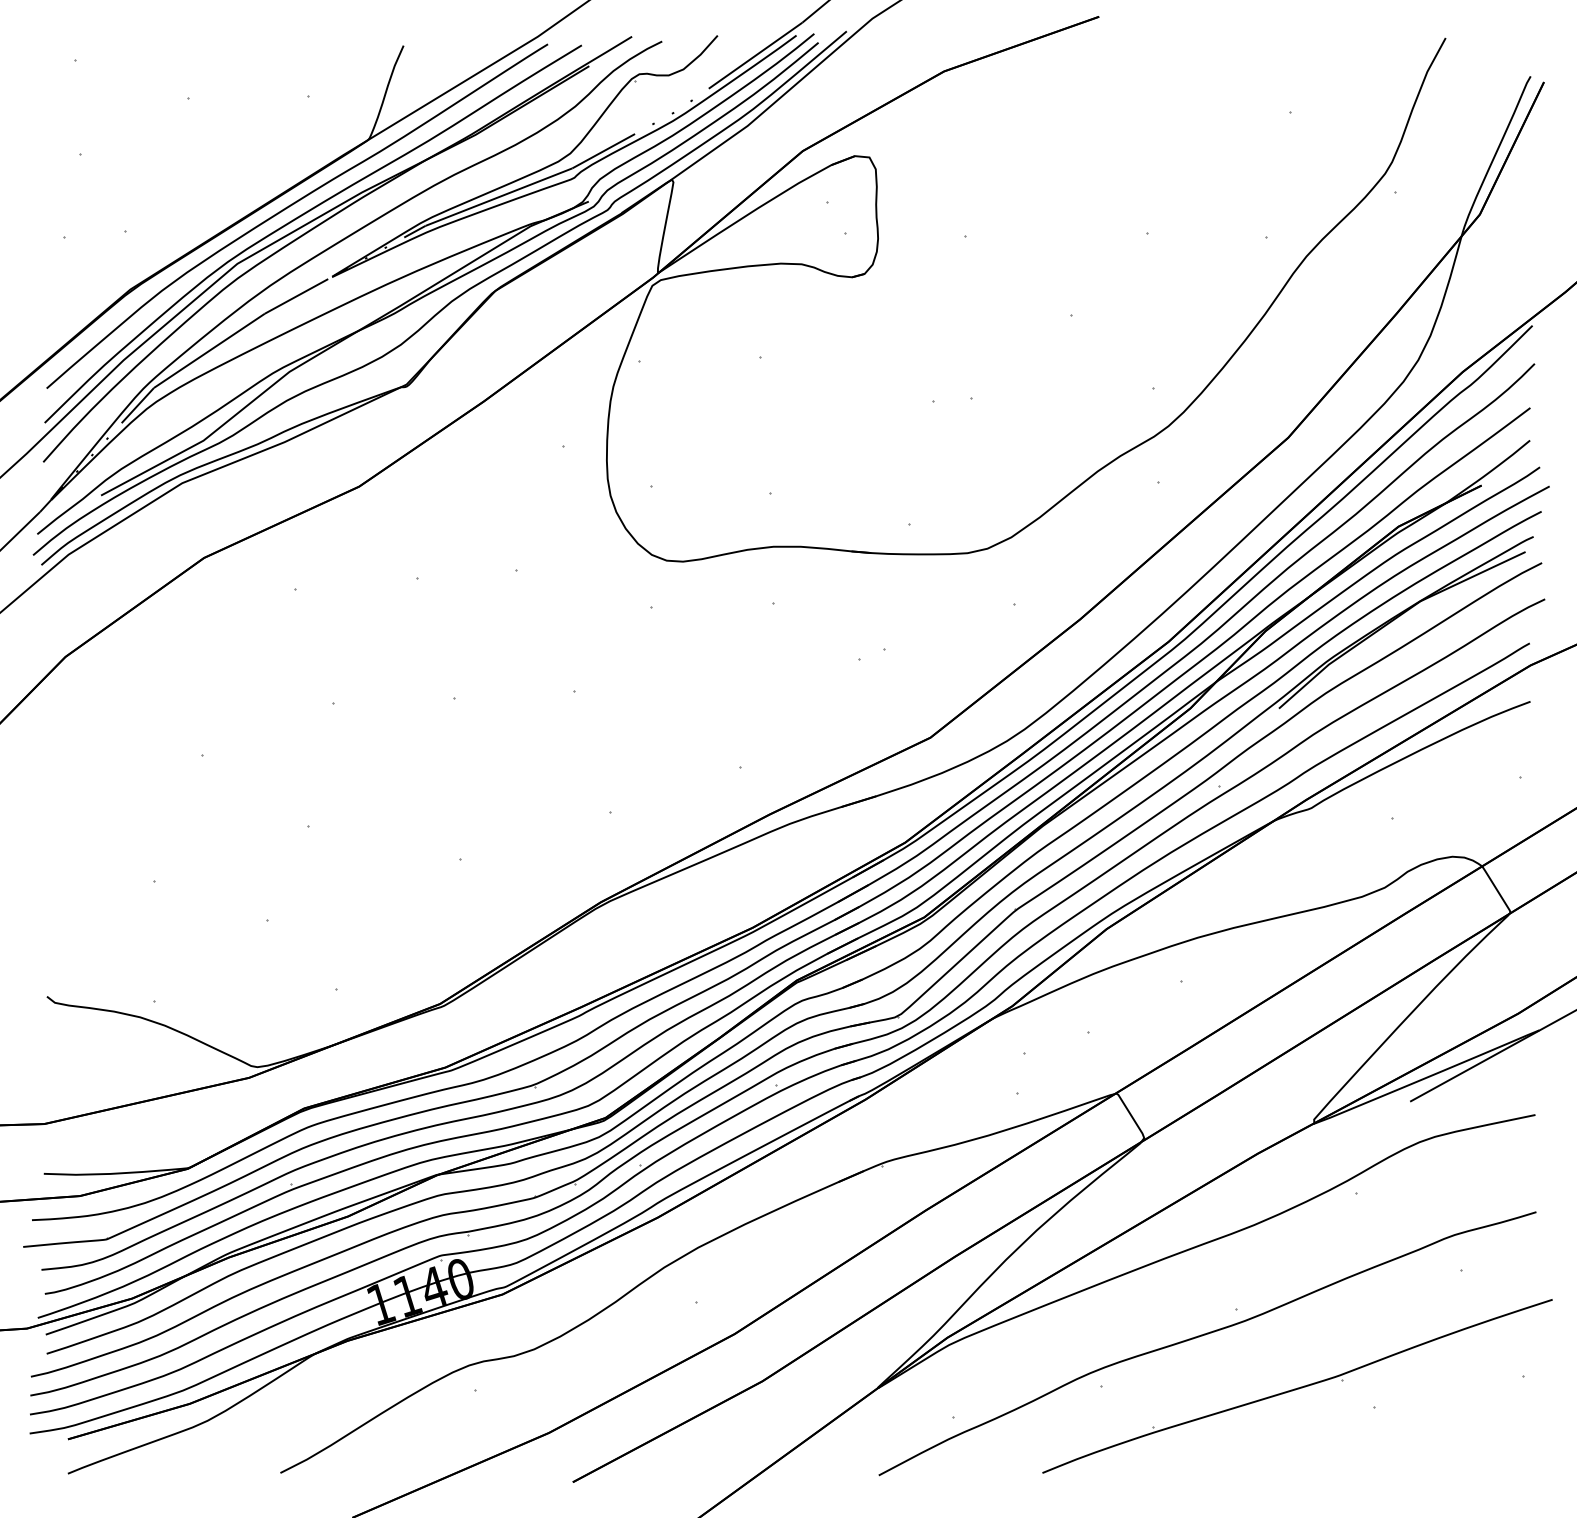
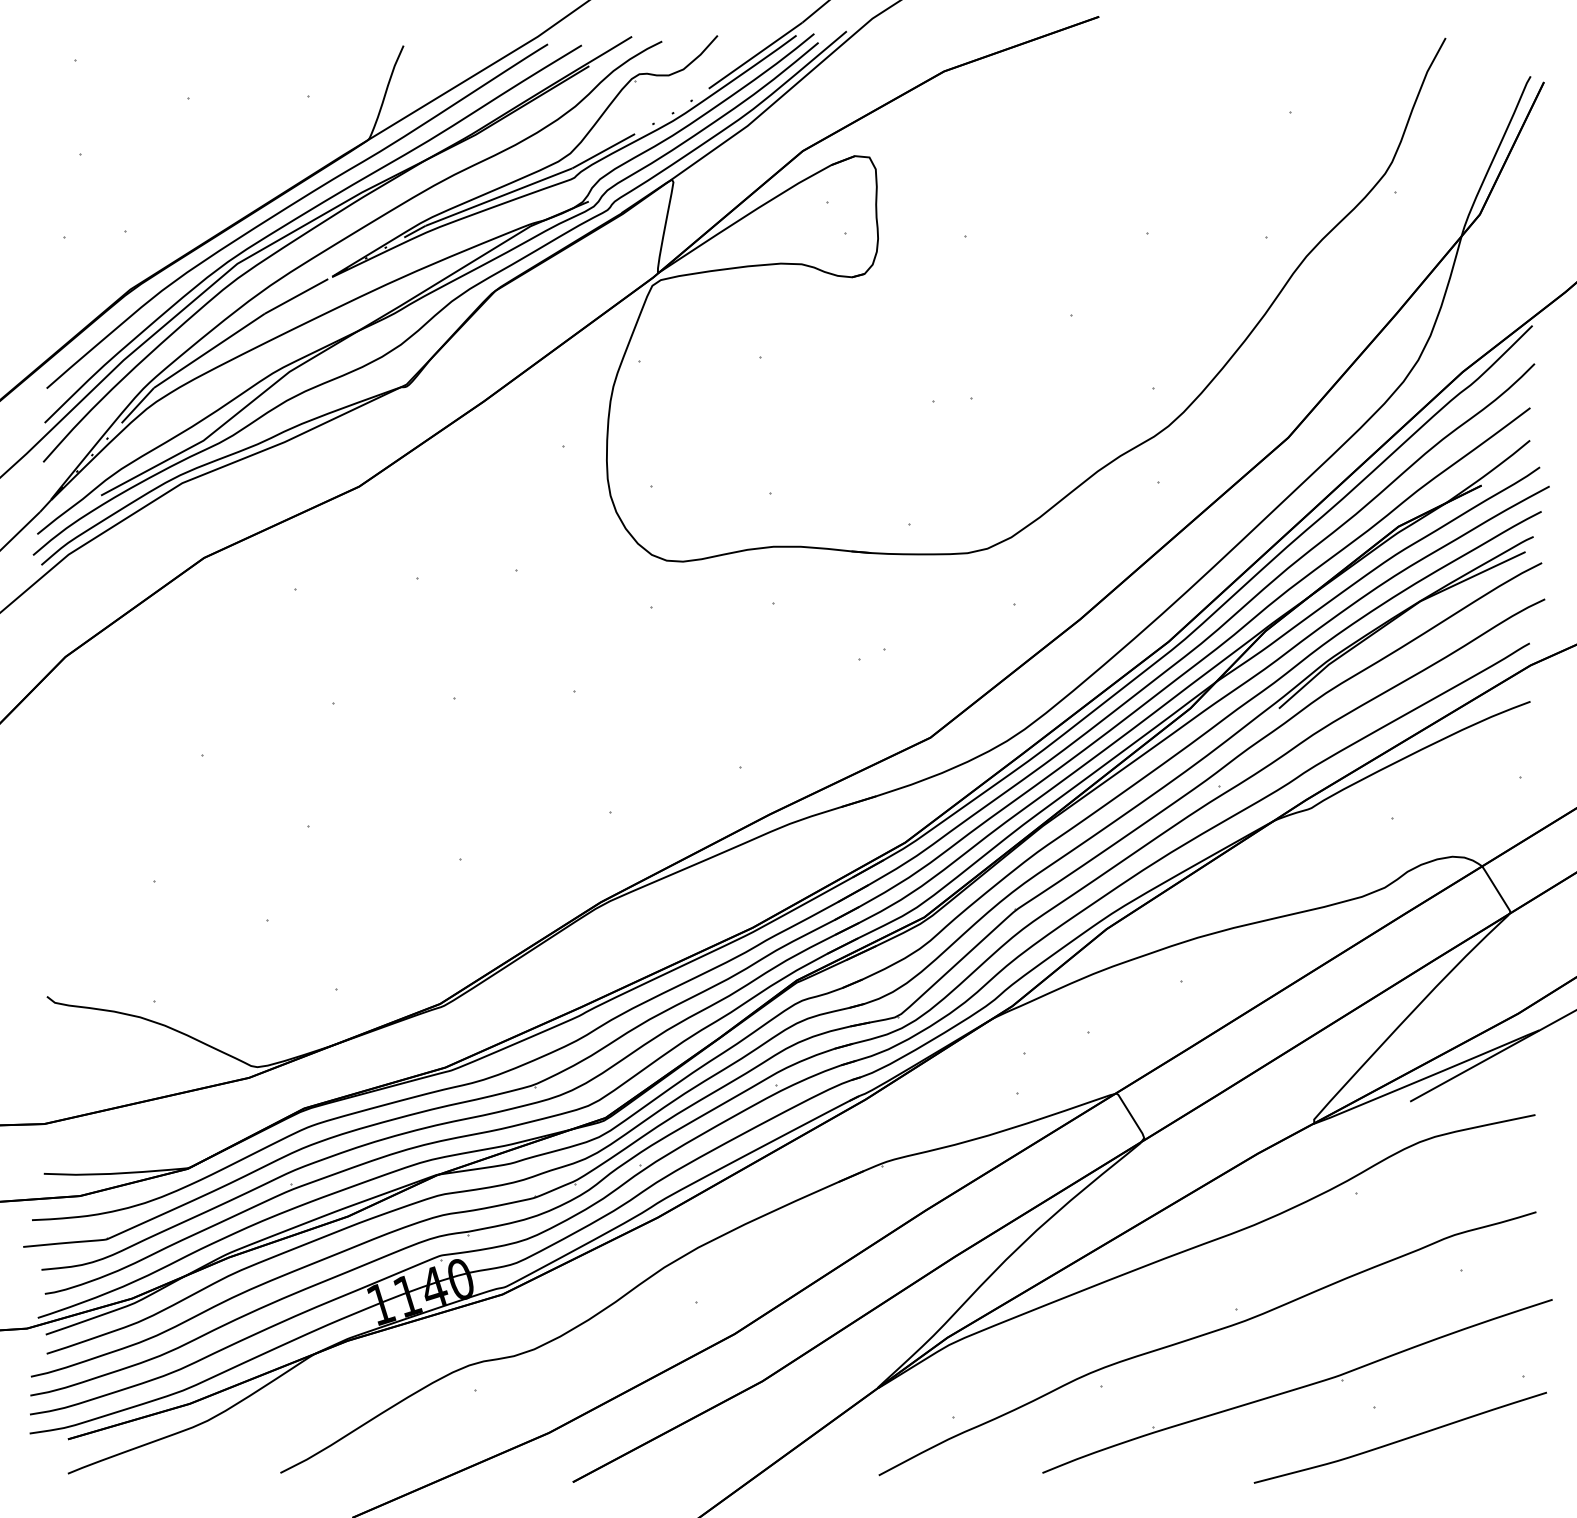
curve at (1400, 1439): none -> present
